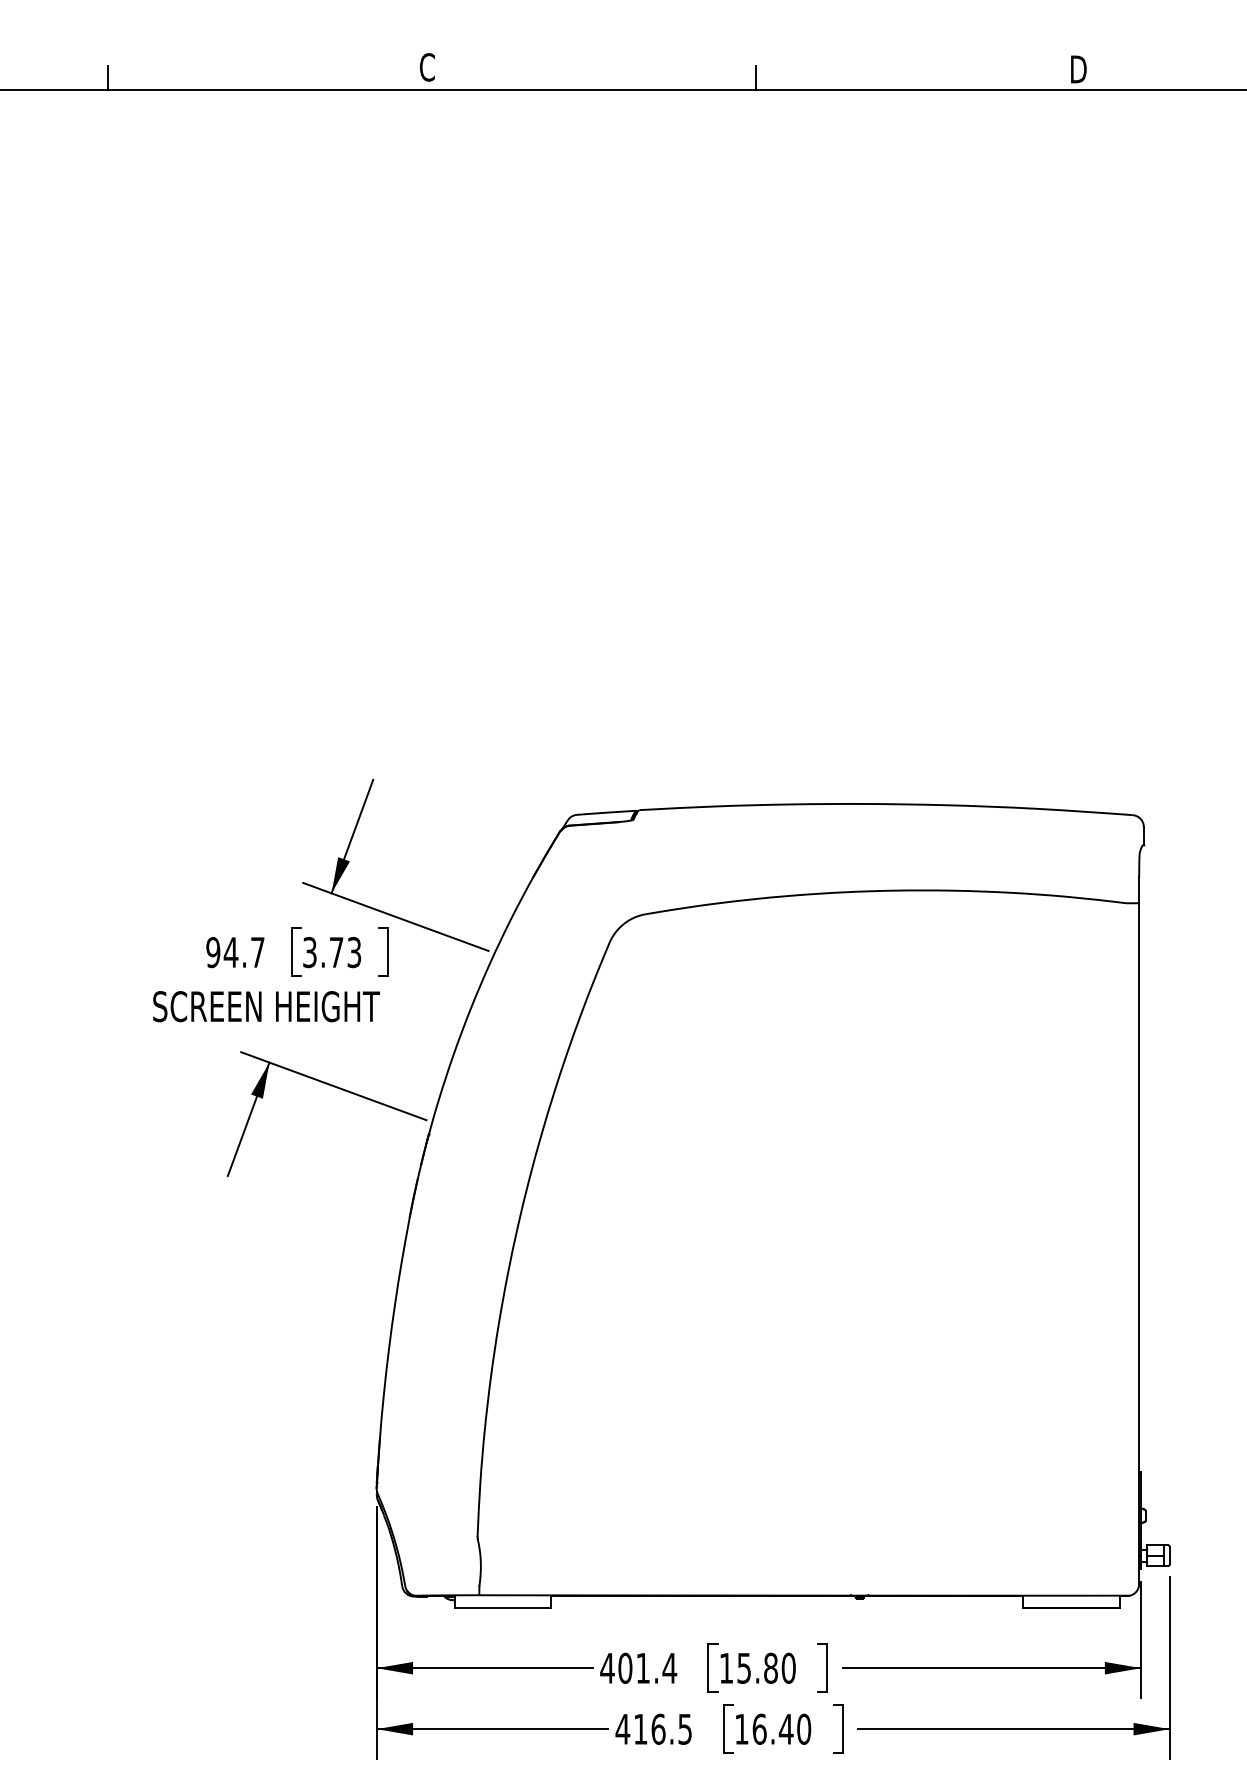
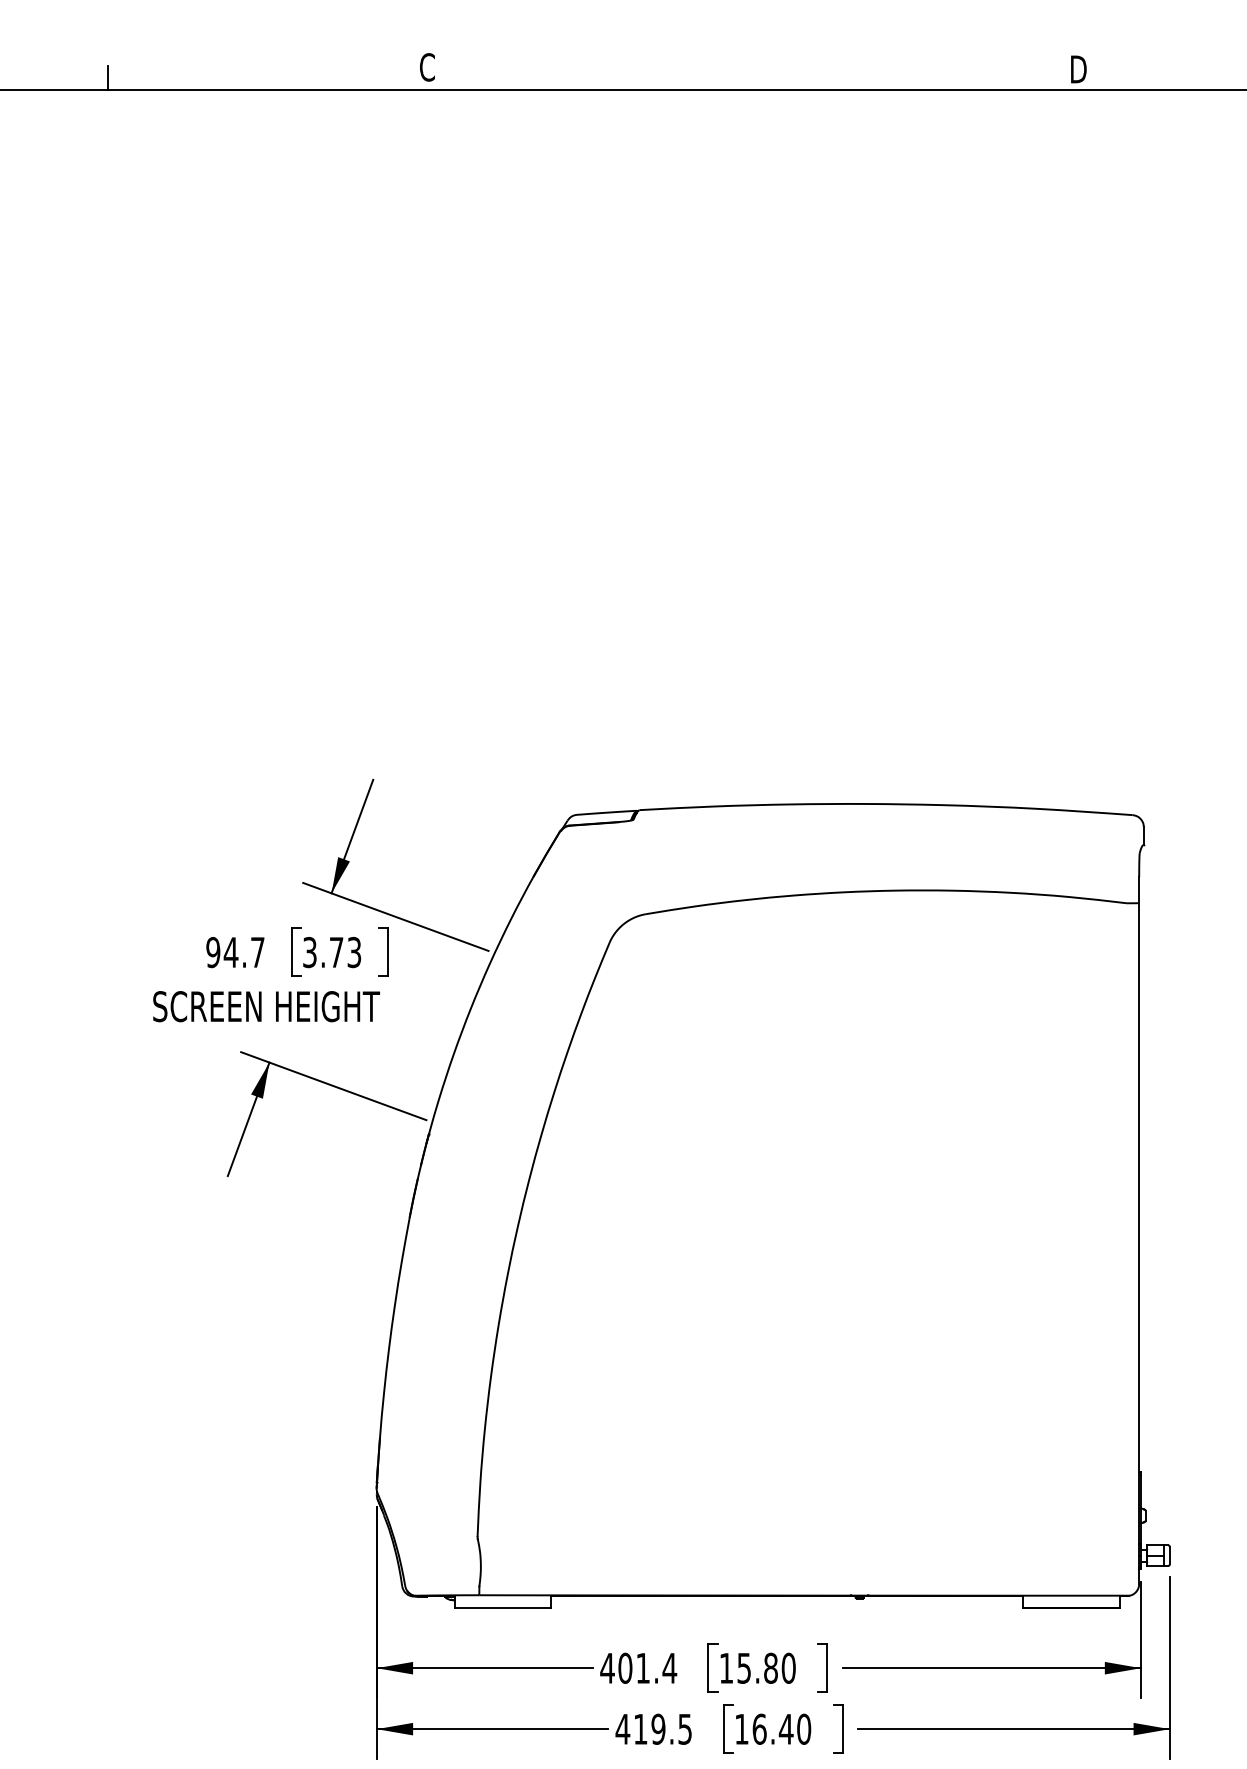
line at (756, 77): present -> none
text at (658, 1728): 416.5 -> 419.5
